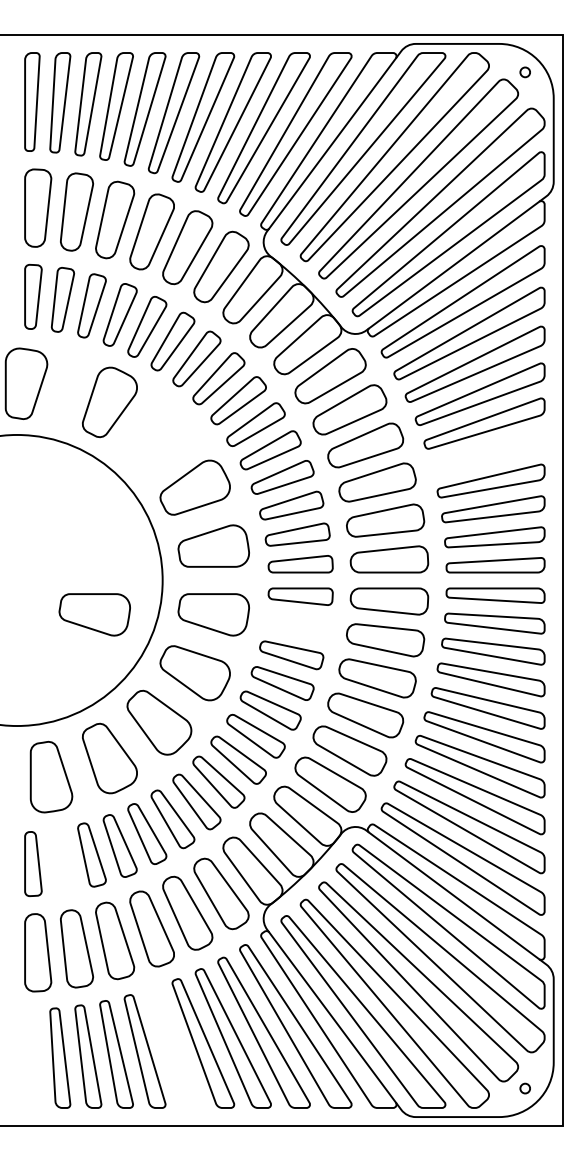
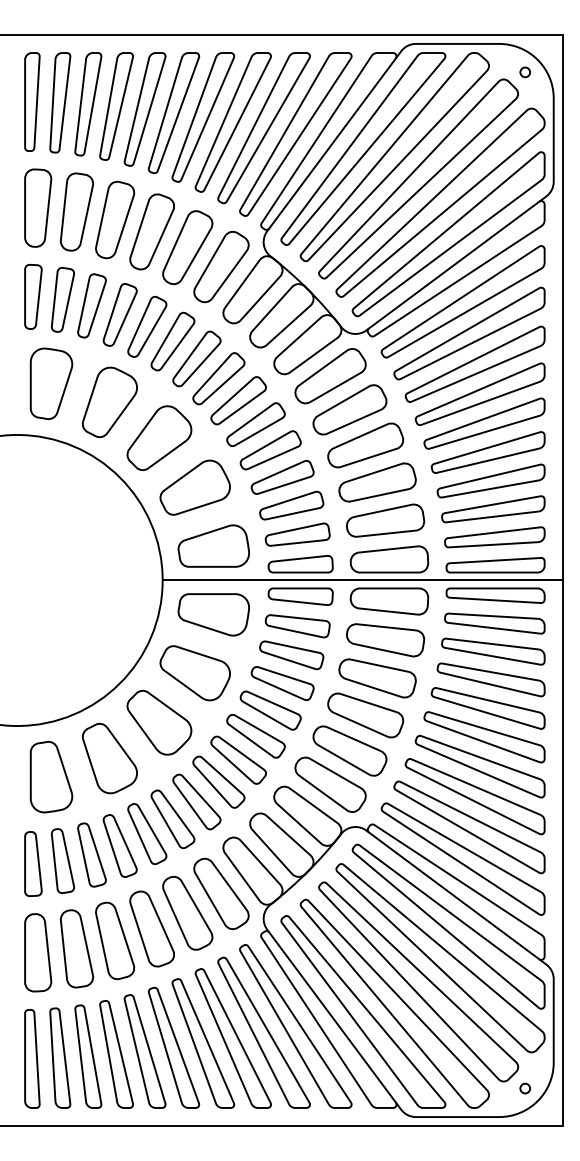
part at (26, 383) position: (26, 383) -> (51, 383)
part at (159, 438): none -> present
part at (487, 452): none -> present
line at (362, 580): none -> present
part at (94, 614): present -> none
part at (297, 626): none -> present
part at (62, 860): none -> present
part at (173, 1047): none -> present
part at (32, 1058): none -> present
